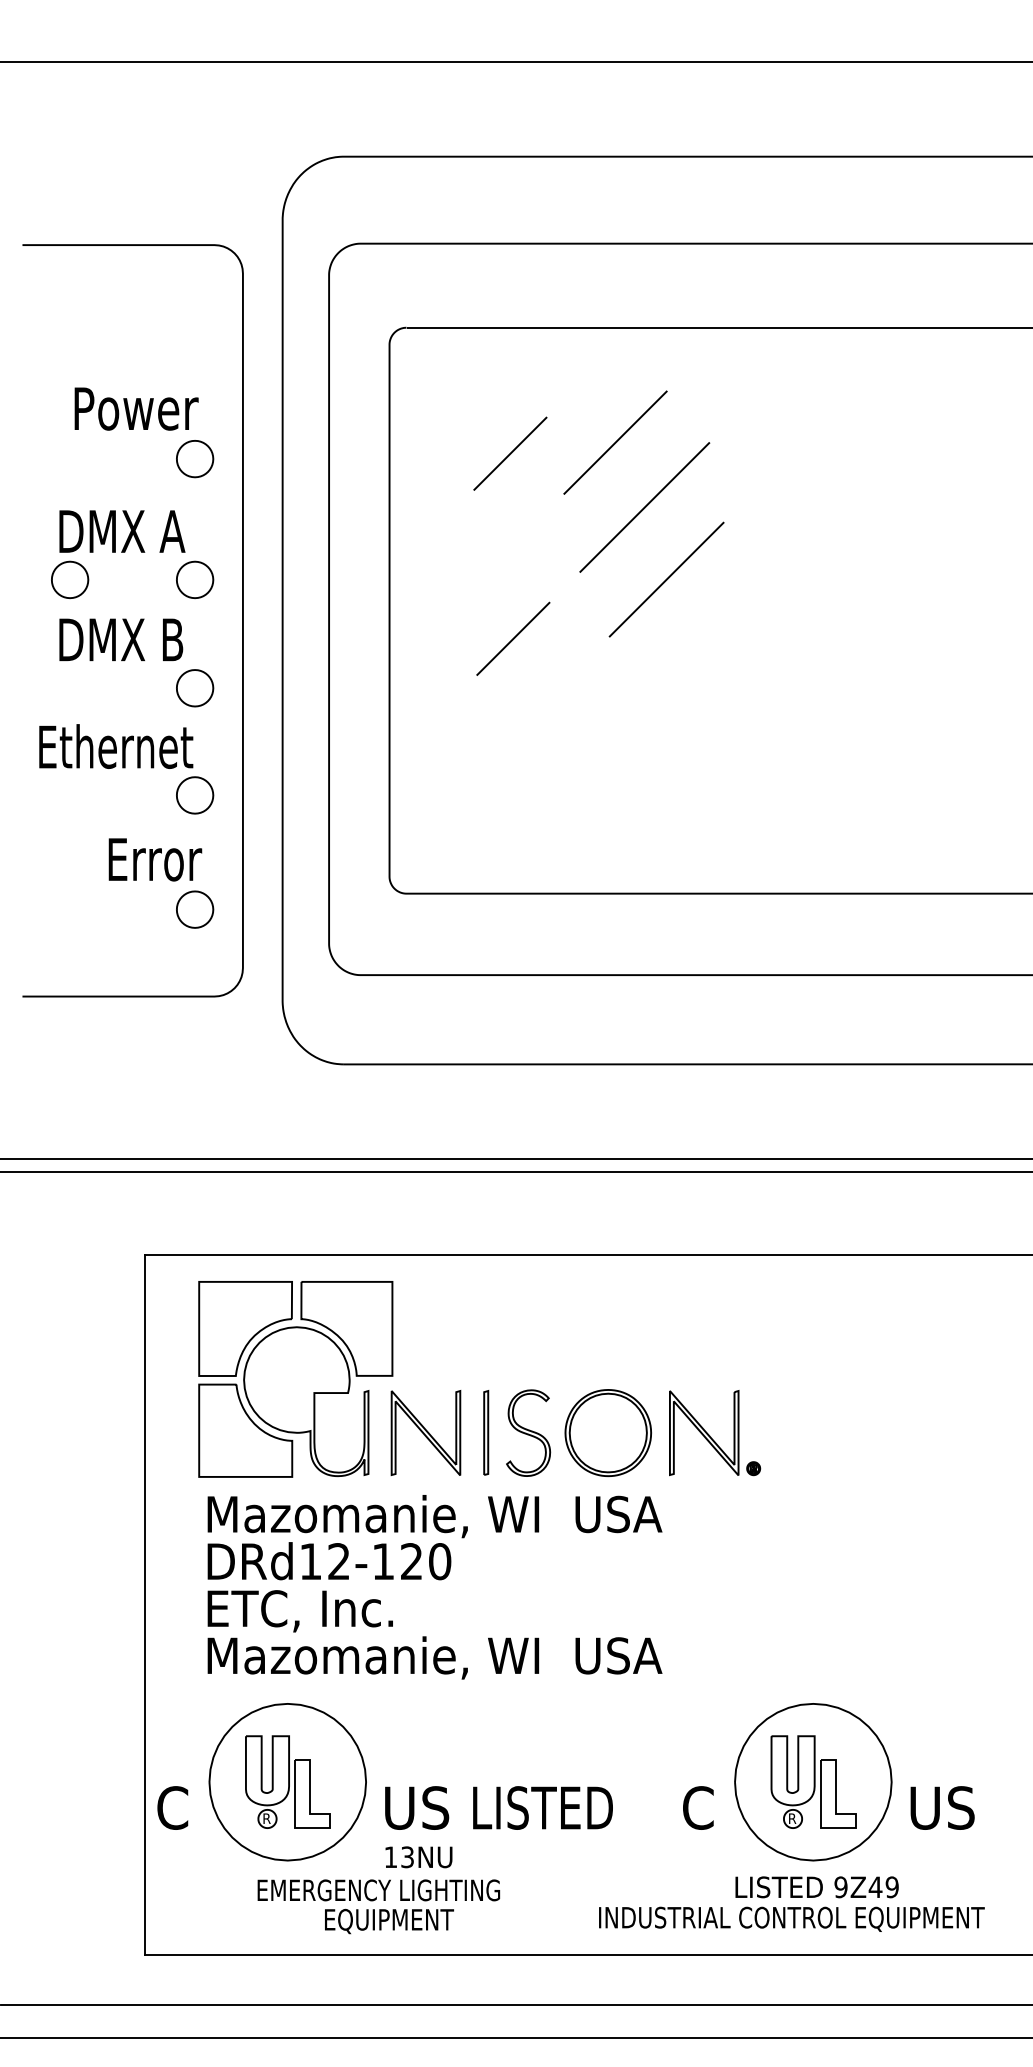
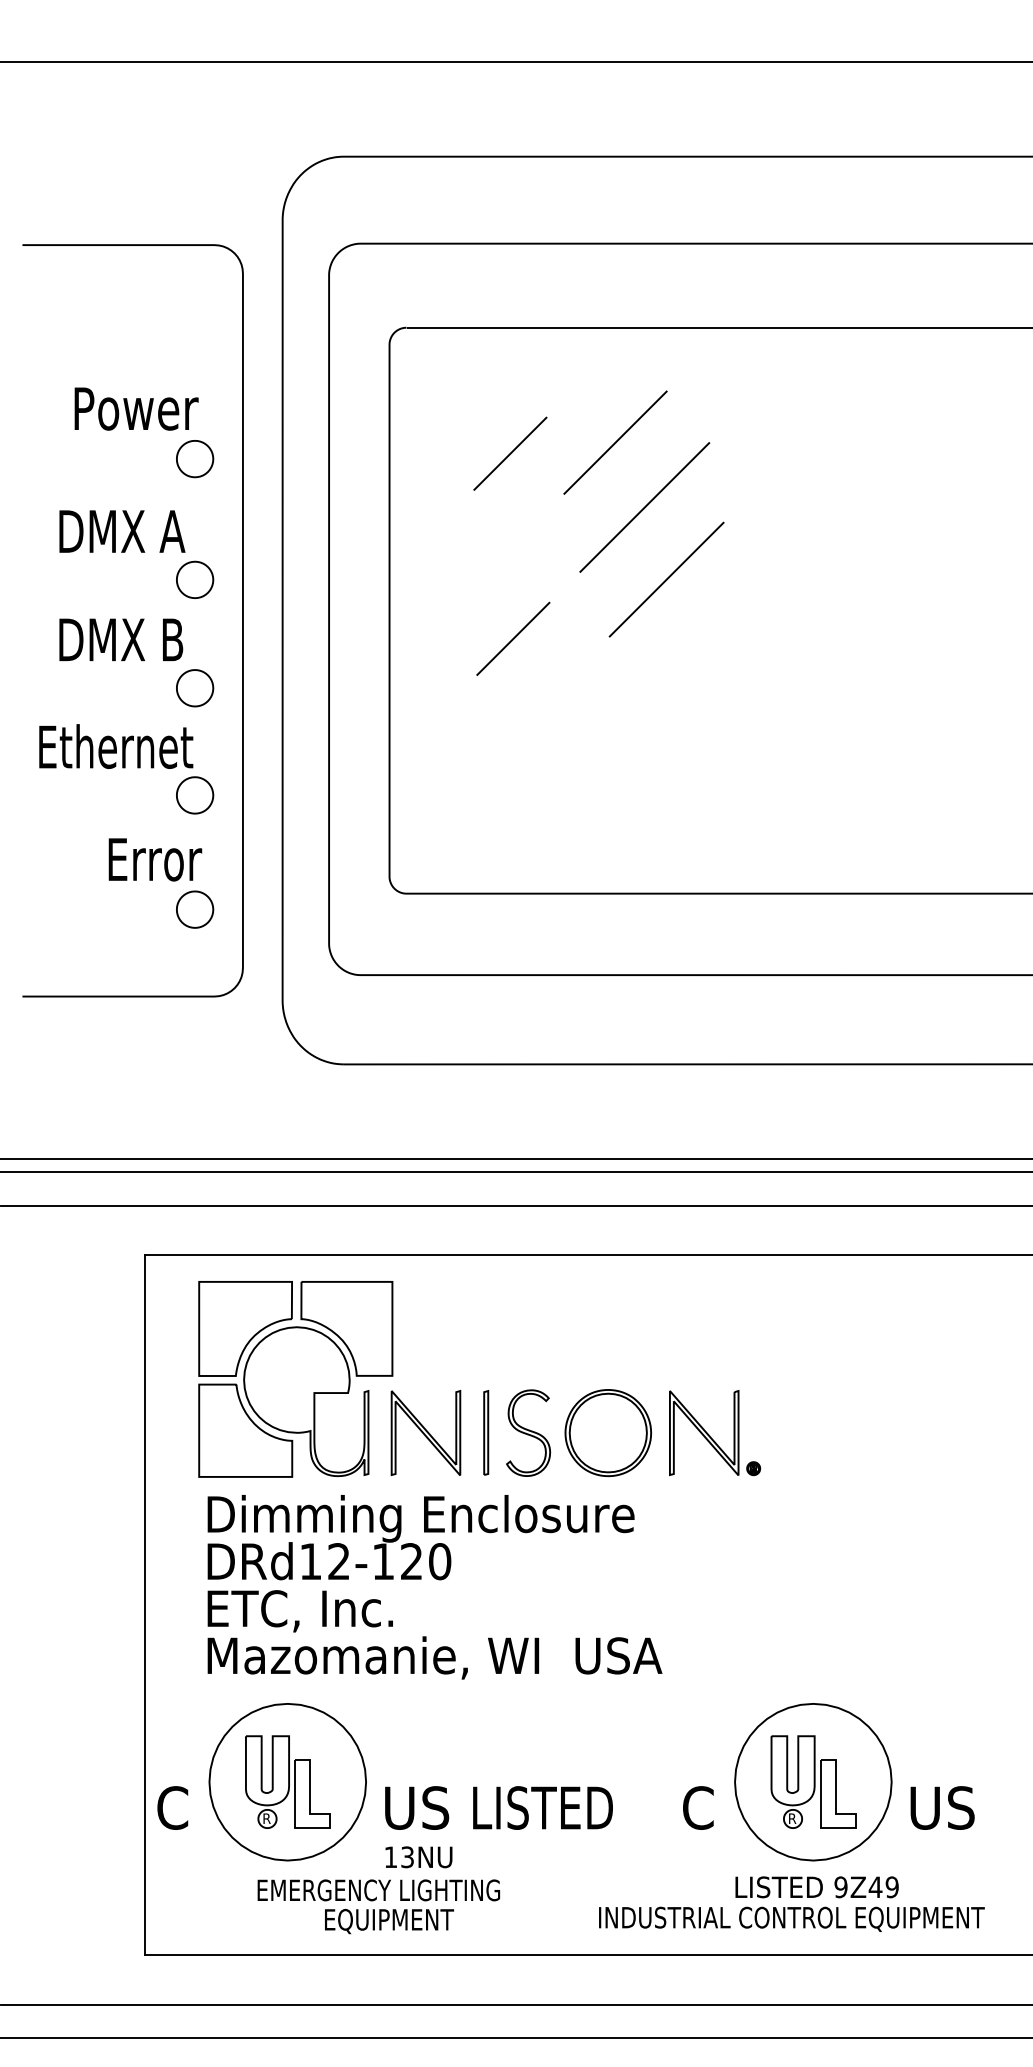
part at (70, 579): present -> none
line at (515, 1205): none -> present
text at (437, 1518): Mazomanie, WI  USA -> Dimming Enclosure
